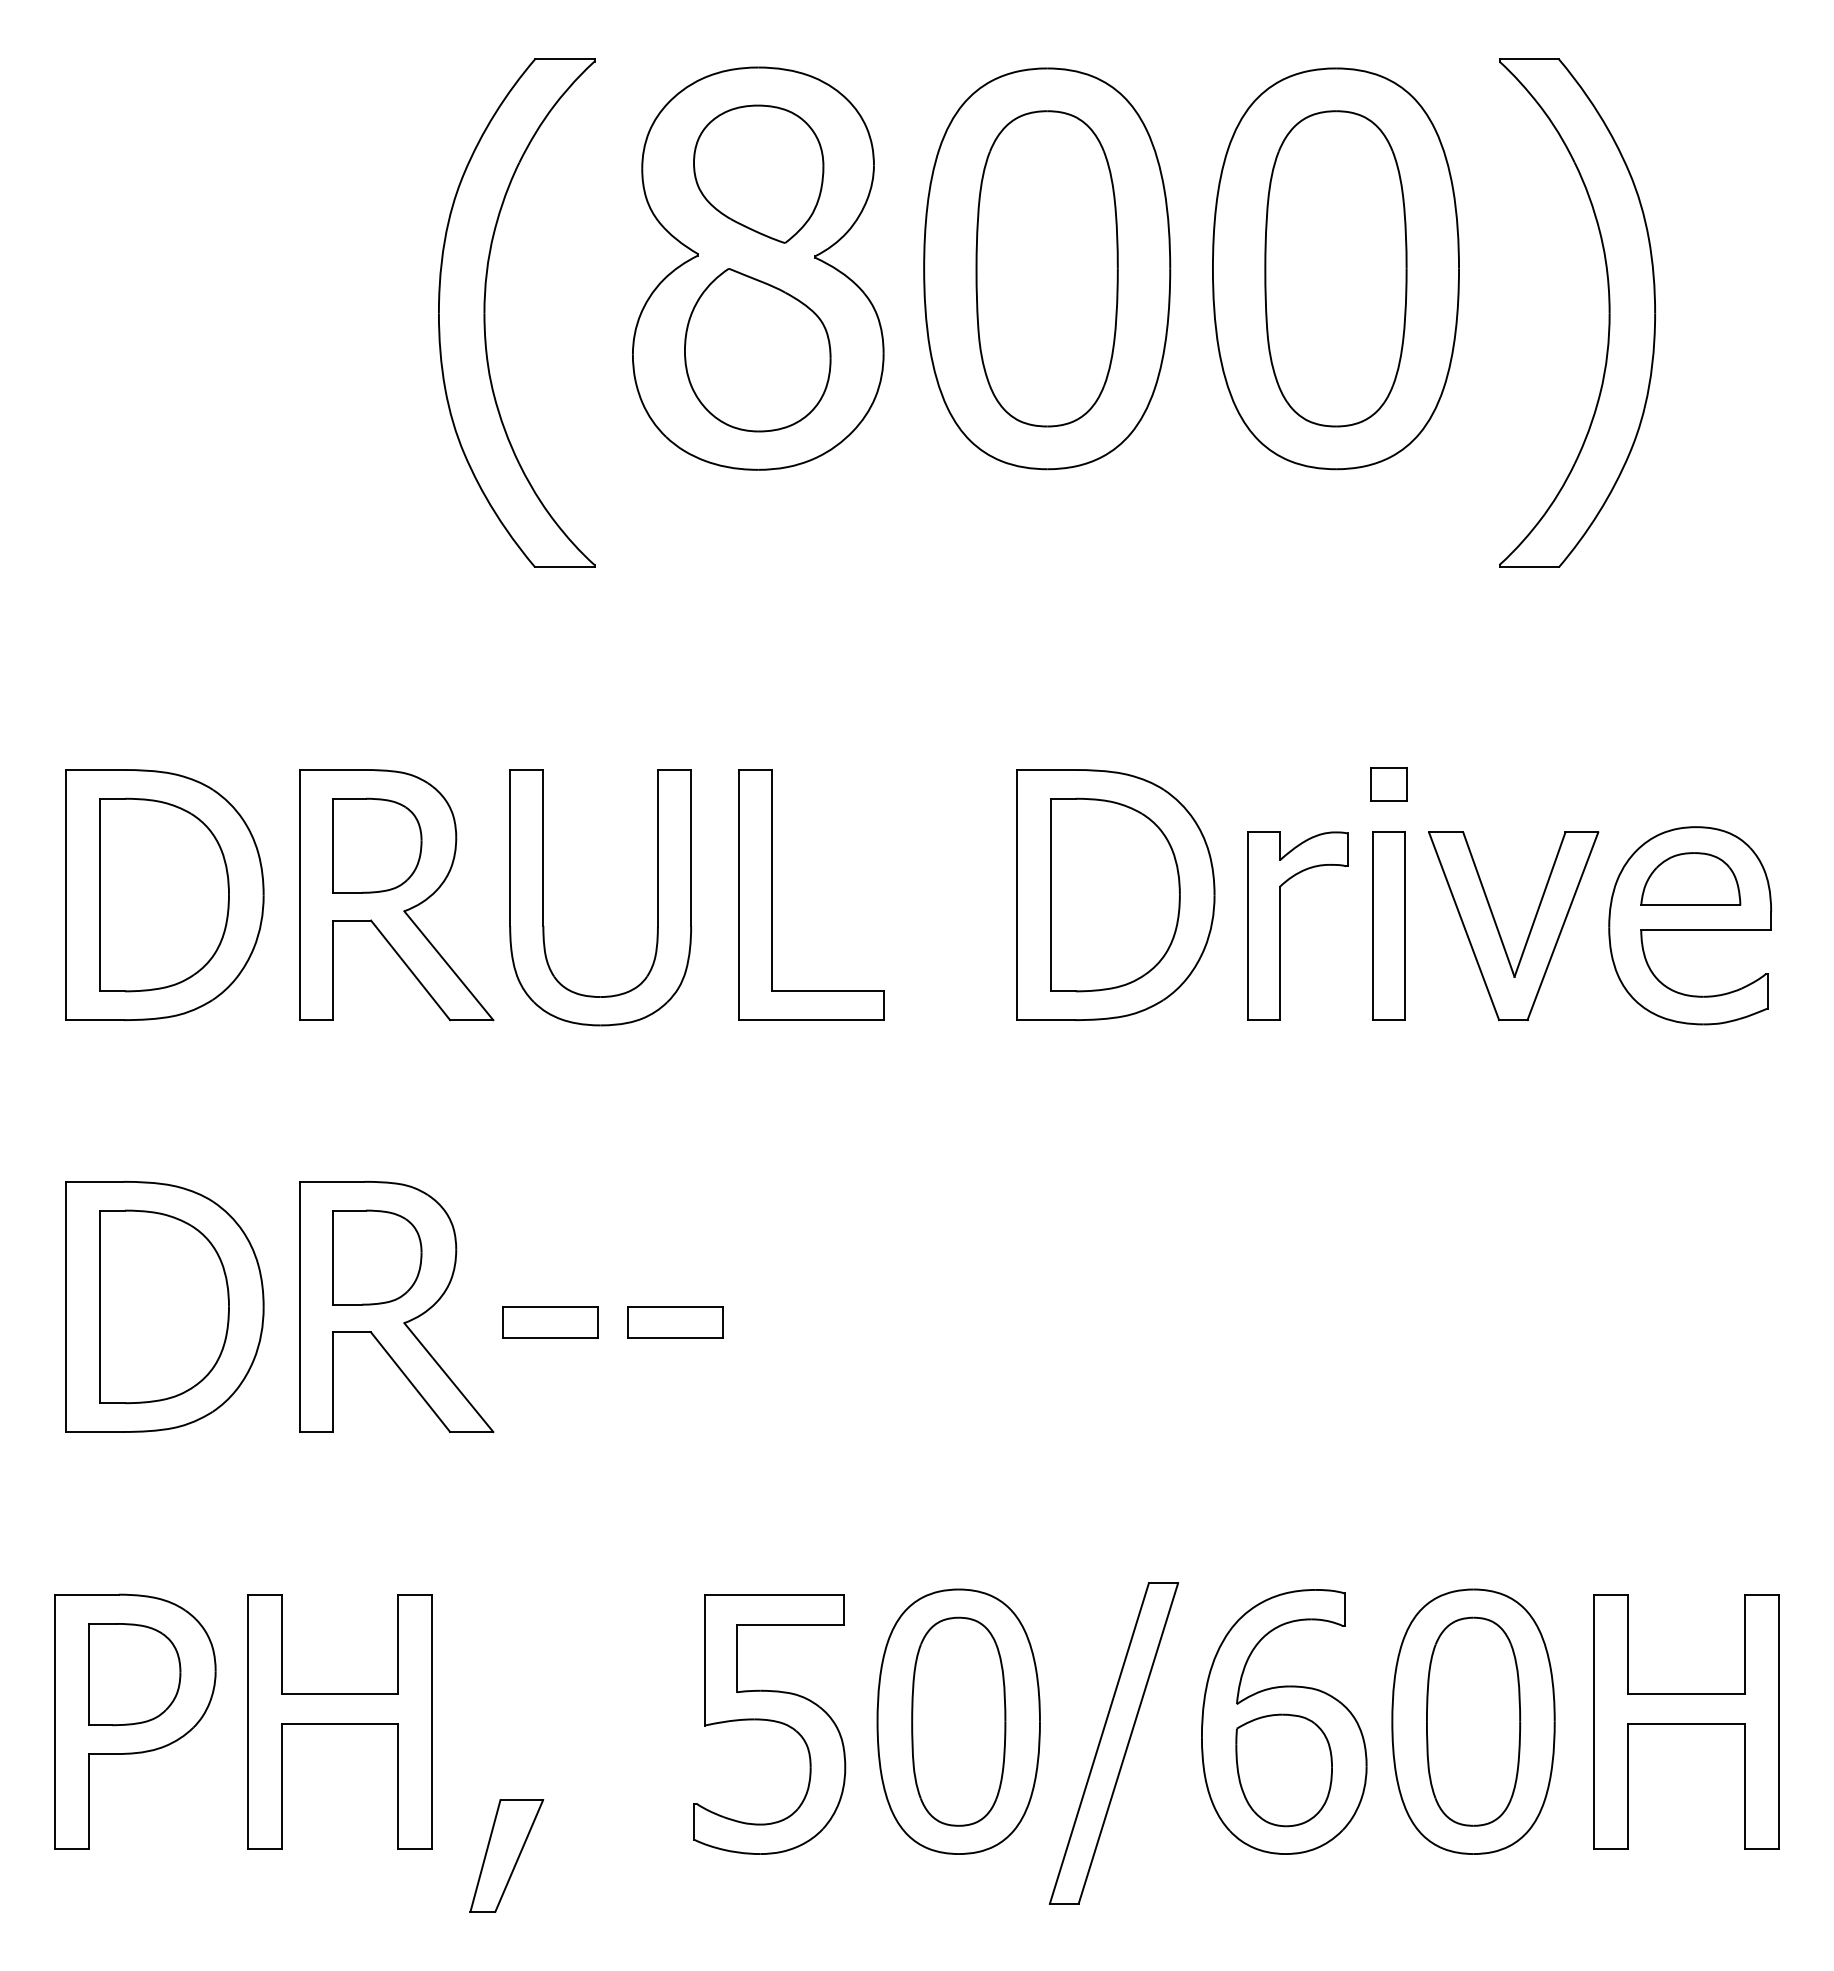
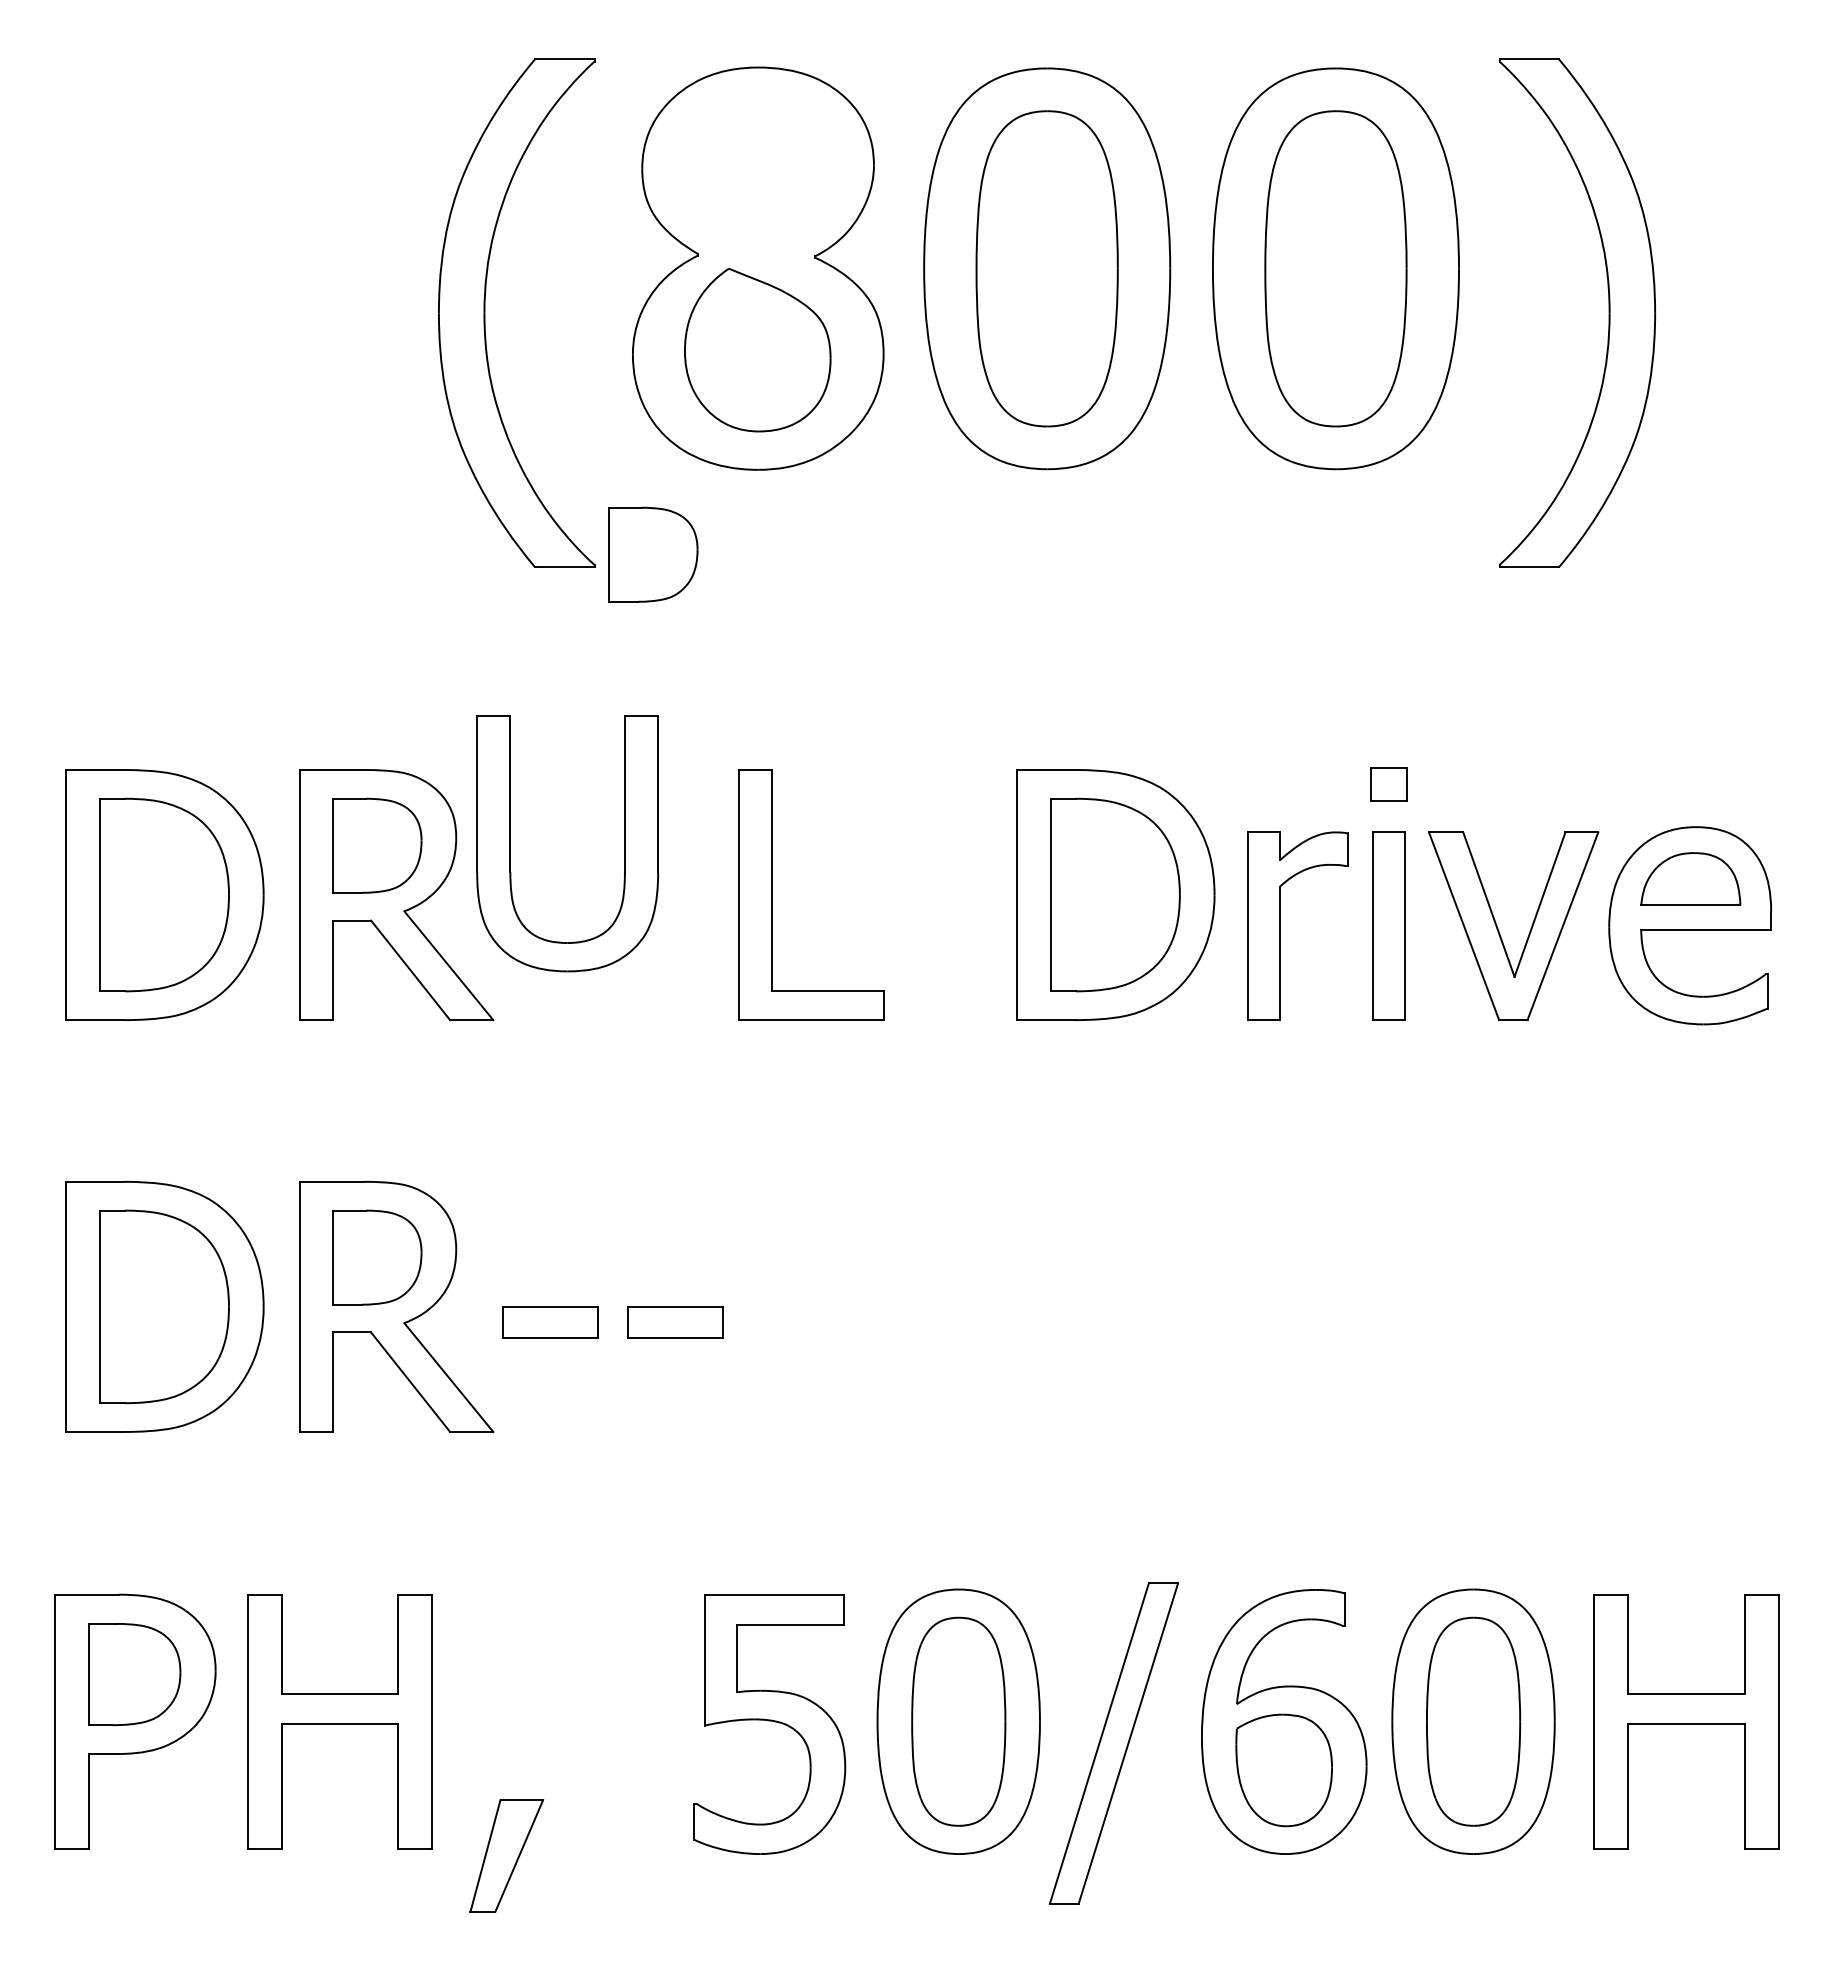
part at (758, 173): present -> none
part at (653, 554): none -> present
part at (543, 897) position: (543, 897) -> (510, 843)
